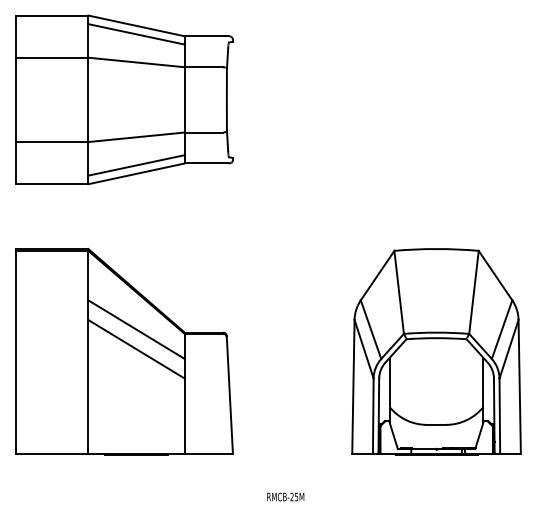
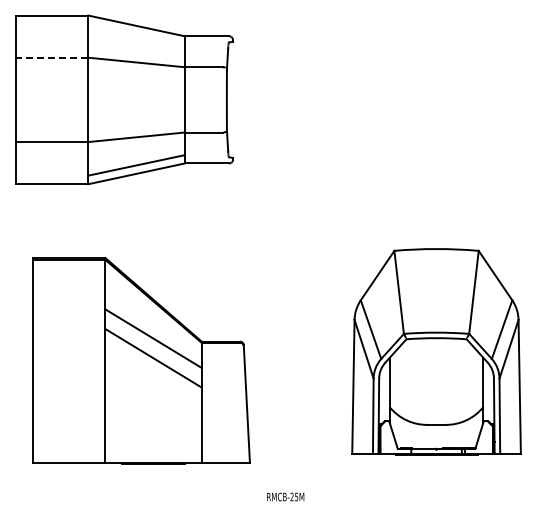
line at (136, 34): present -> none
line at (51, 57): solid -> dashed
part at (124, 351) position: (124, 351) -> (141, 360)
